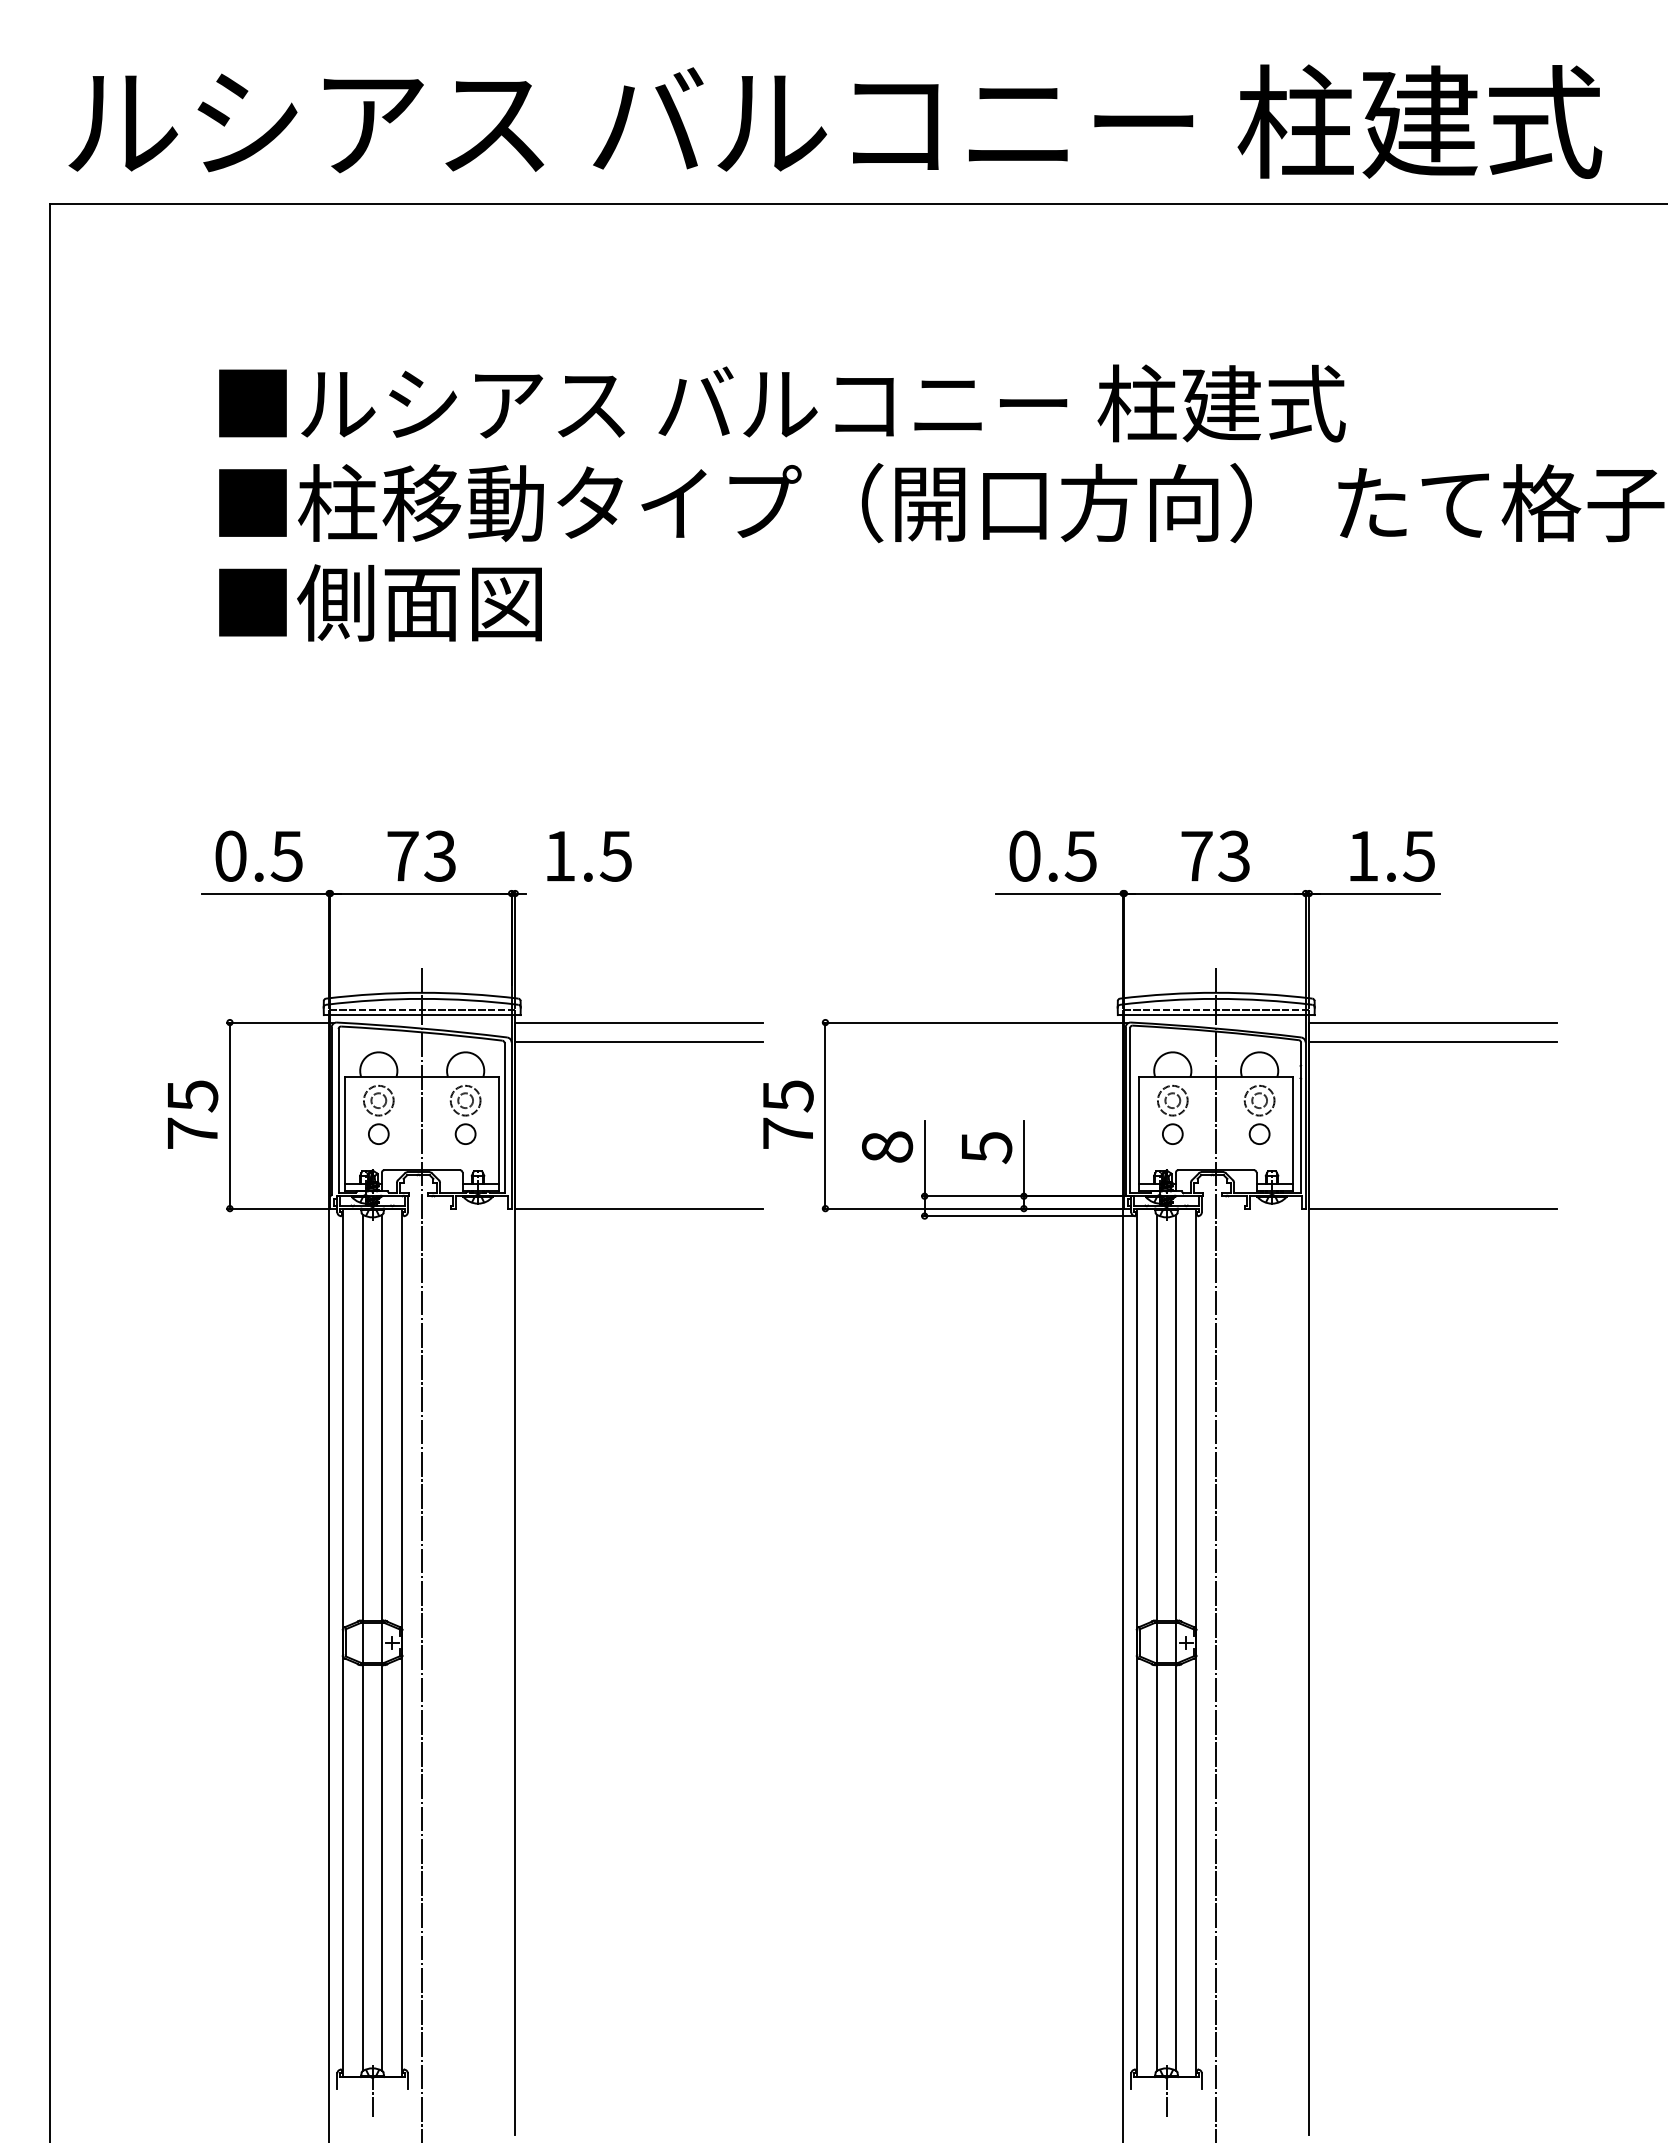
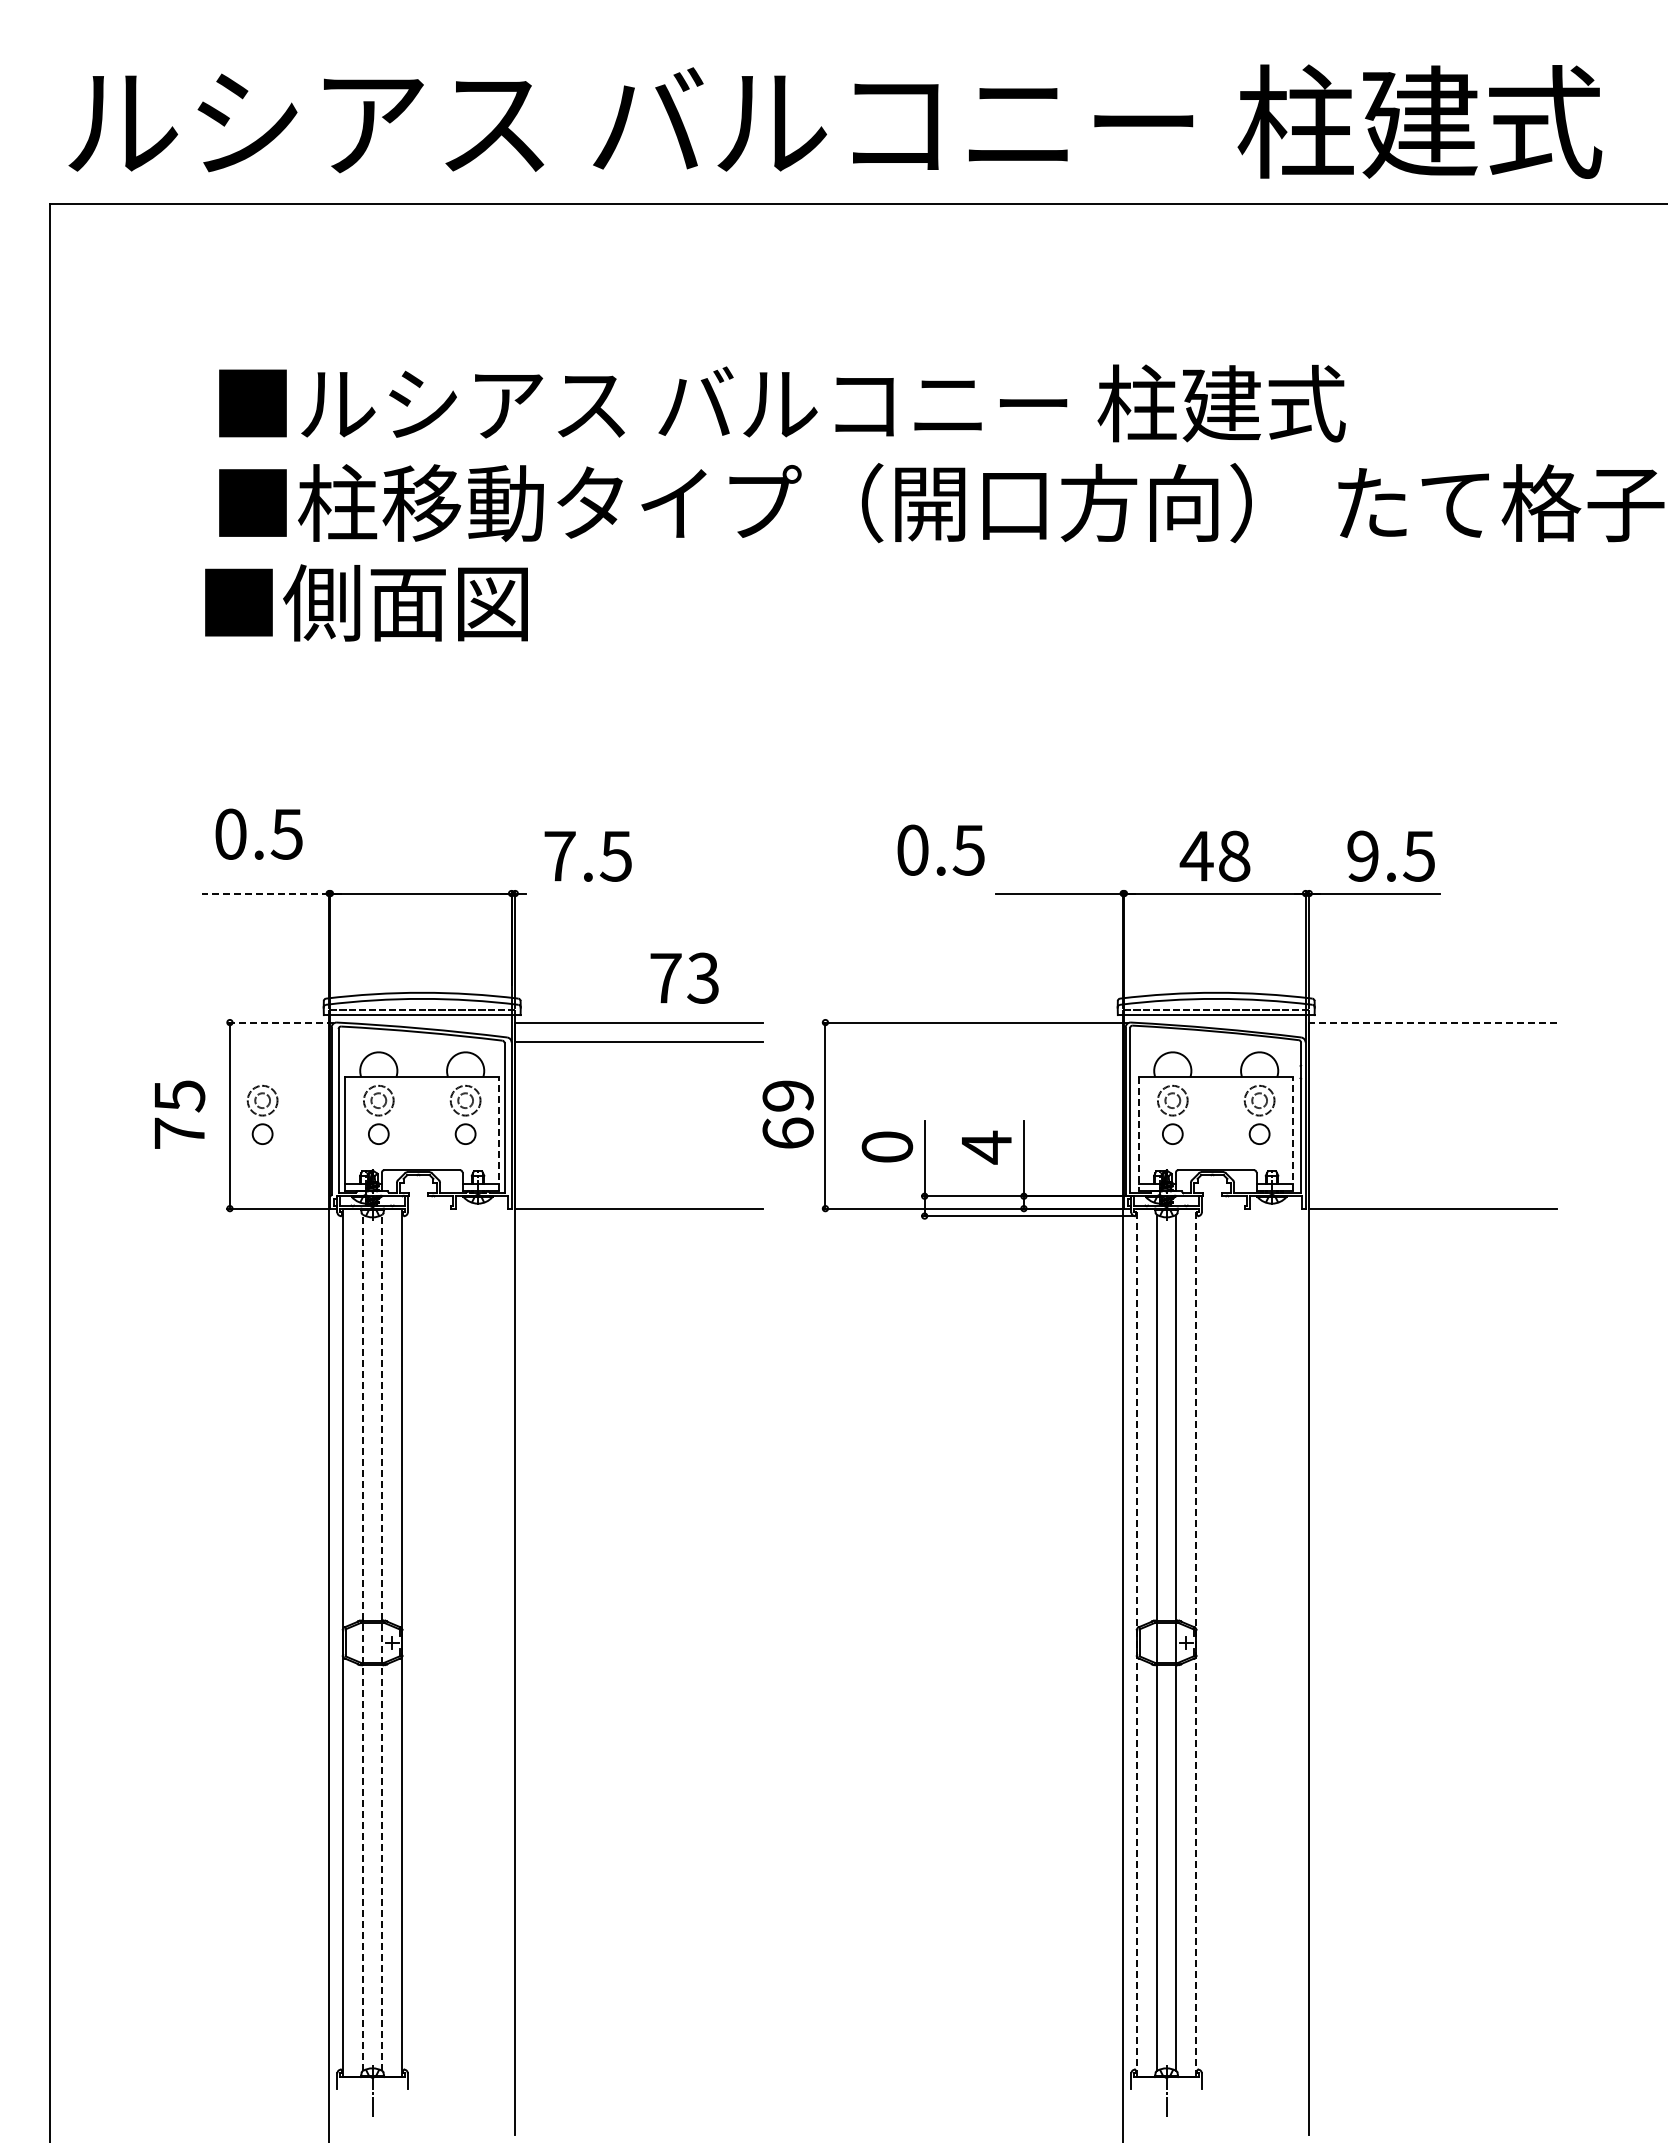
text at (380, 602) position: (380, 602) -> (366, 602)
text at (258, 855) position: (258, 855) -> (258, 833)
text at (421, 855) position: (421, 855) -> (684, 977)
text at (1052, 855) position: (1052, 855) -> (940, 849)
text at (1214, 855): 73 -> 48
text at (1362, 855): 1.5 -> 9.5
text at (559, 856): 1.5 -> 7.5
line at (265, 893): solid -> dashed
line at (280, 1022): solid -> dashed
line at (1432, 1022): solid -> dashed
line at (1433, 1042): present -> none
text at (193, 1114) position: (193, 1114) -> (180, 1114)
part at (262, 1114): none -> present
text at (787, 1114): 75 -> 69
line at (499, 1133): solid -> dashed
line at (1293, 1133): solid -> dashed
line at (1139, 1134): solid -> dashed
text at (886, 1146): 8 -> 0
text at (987, 1147): 5 -> 4
line at (422, 1553): present -> none
line at (1216, 1553): present -> none
line at (362, 1642): solid -> dashed
line at (382, 1642): solid -> dashed
line at (1136, 1642): solid -> dashed
line at (1196, 1642): solid -> dashed
